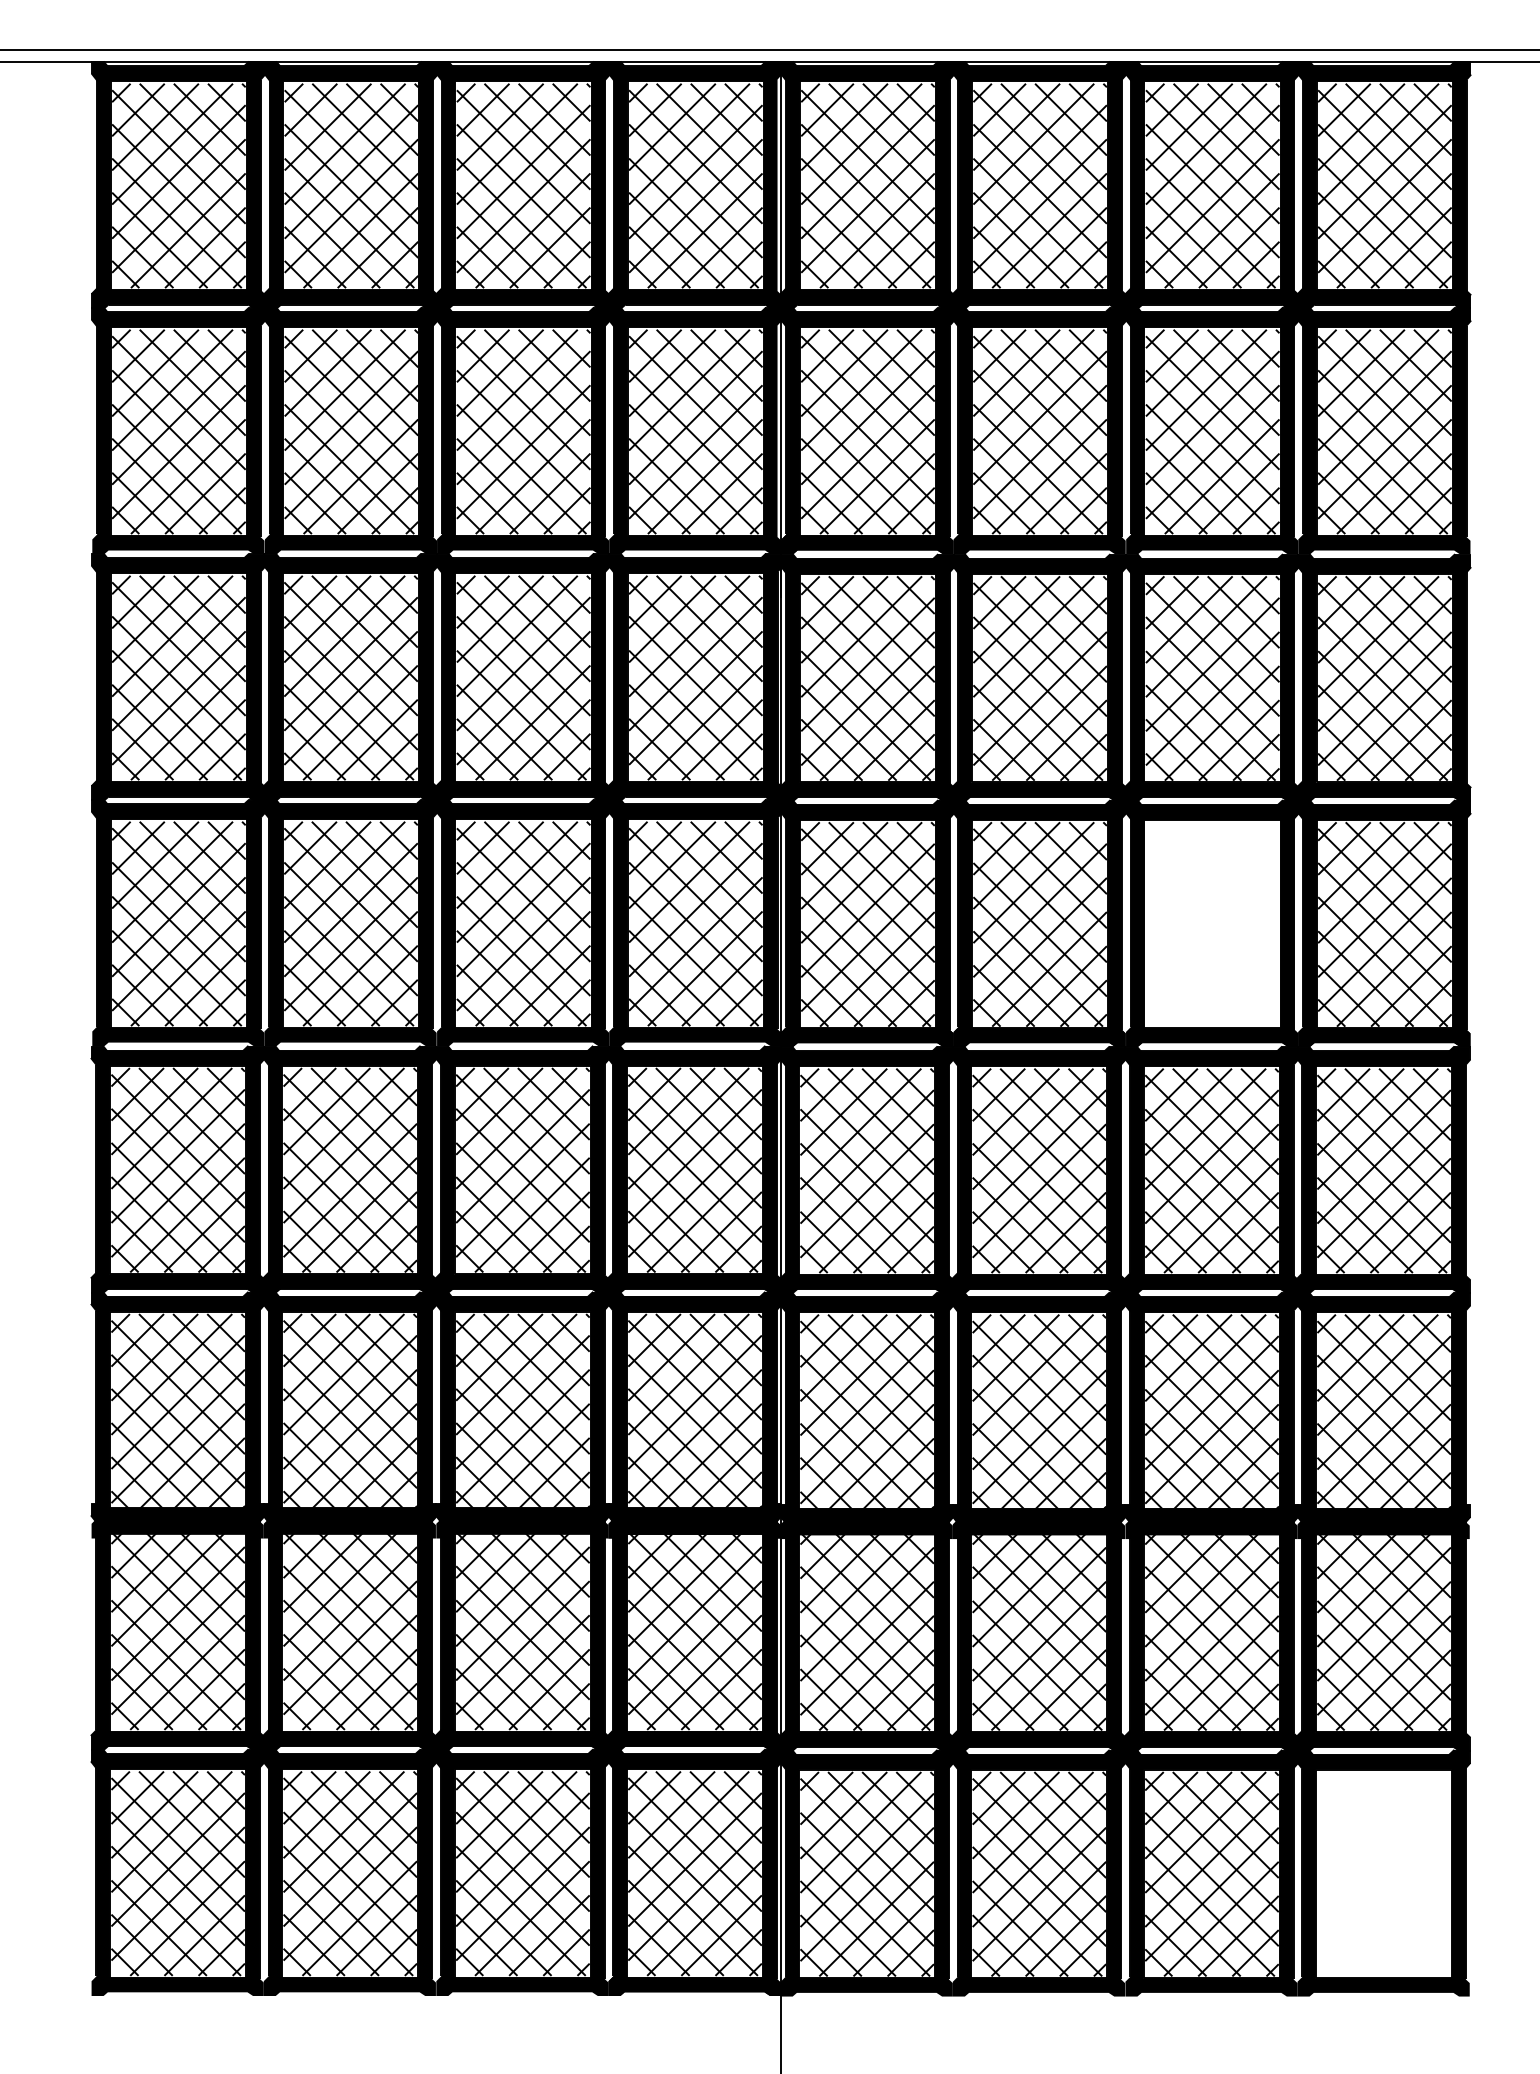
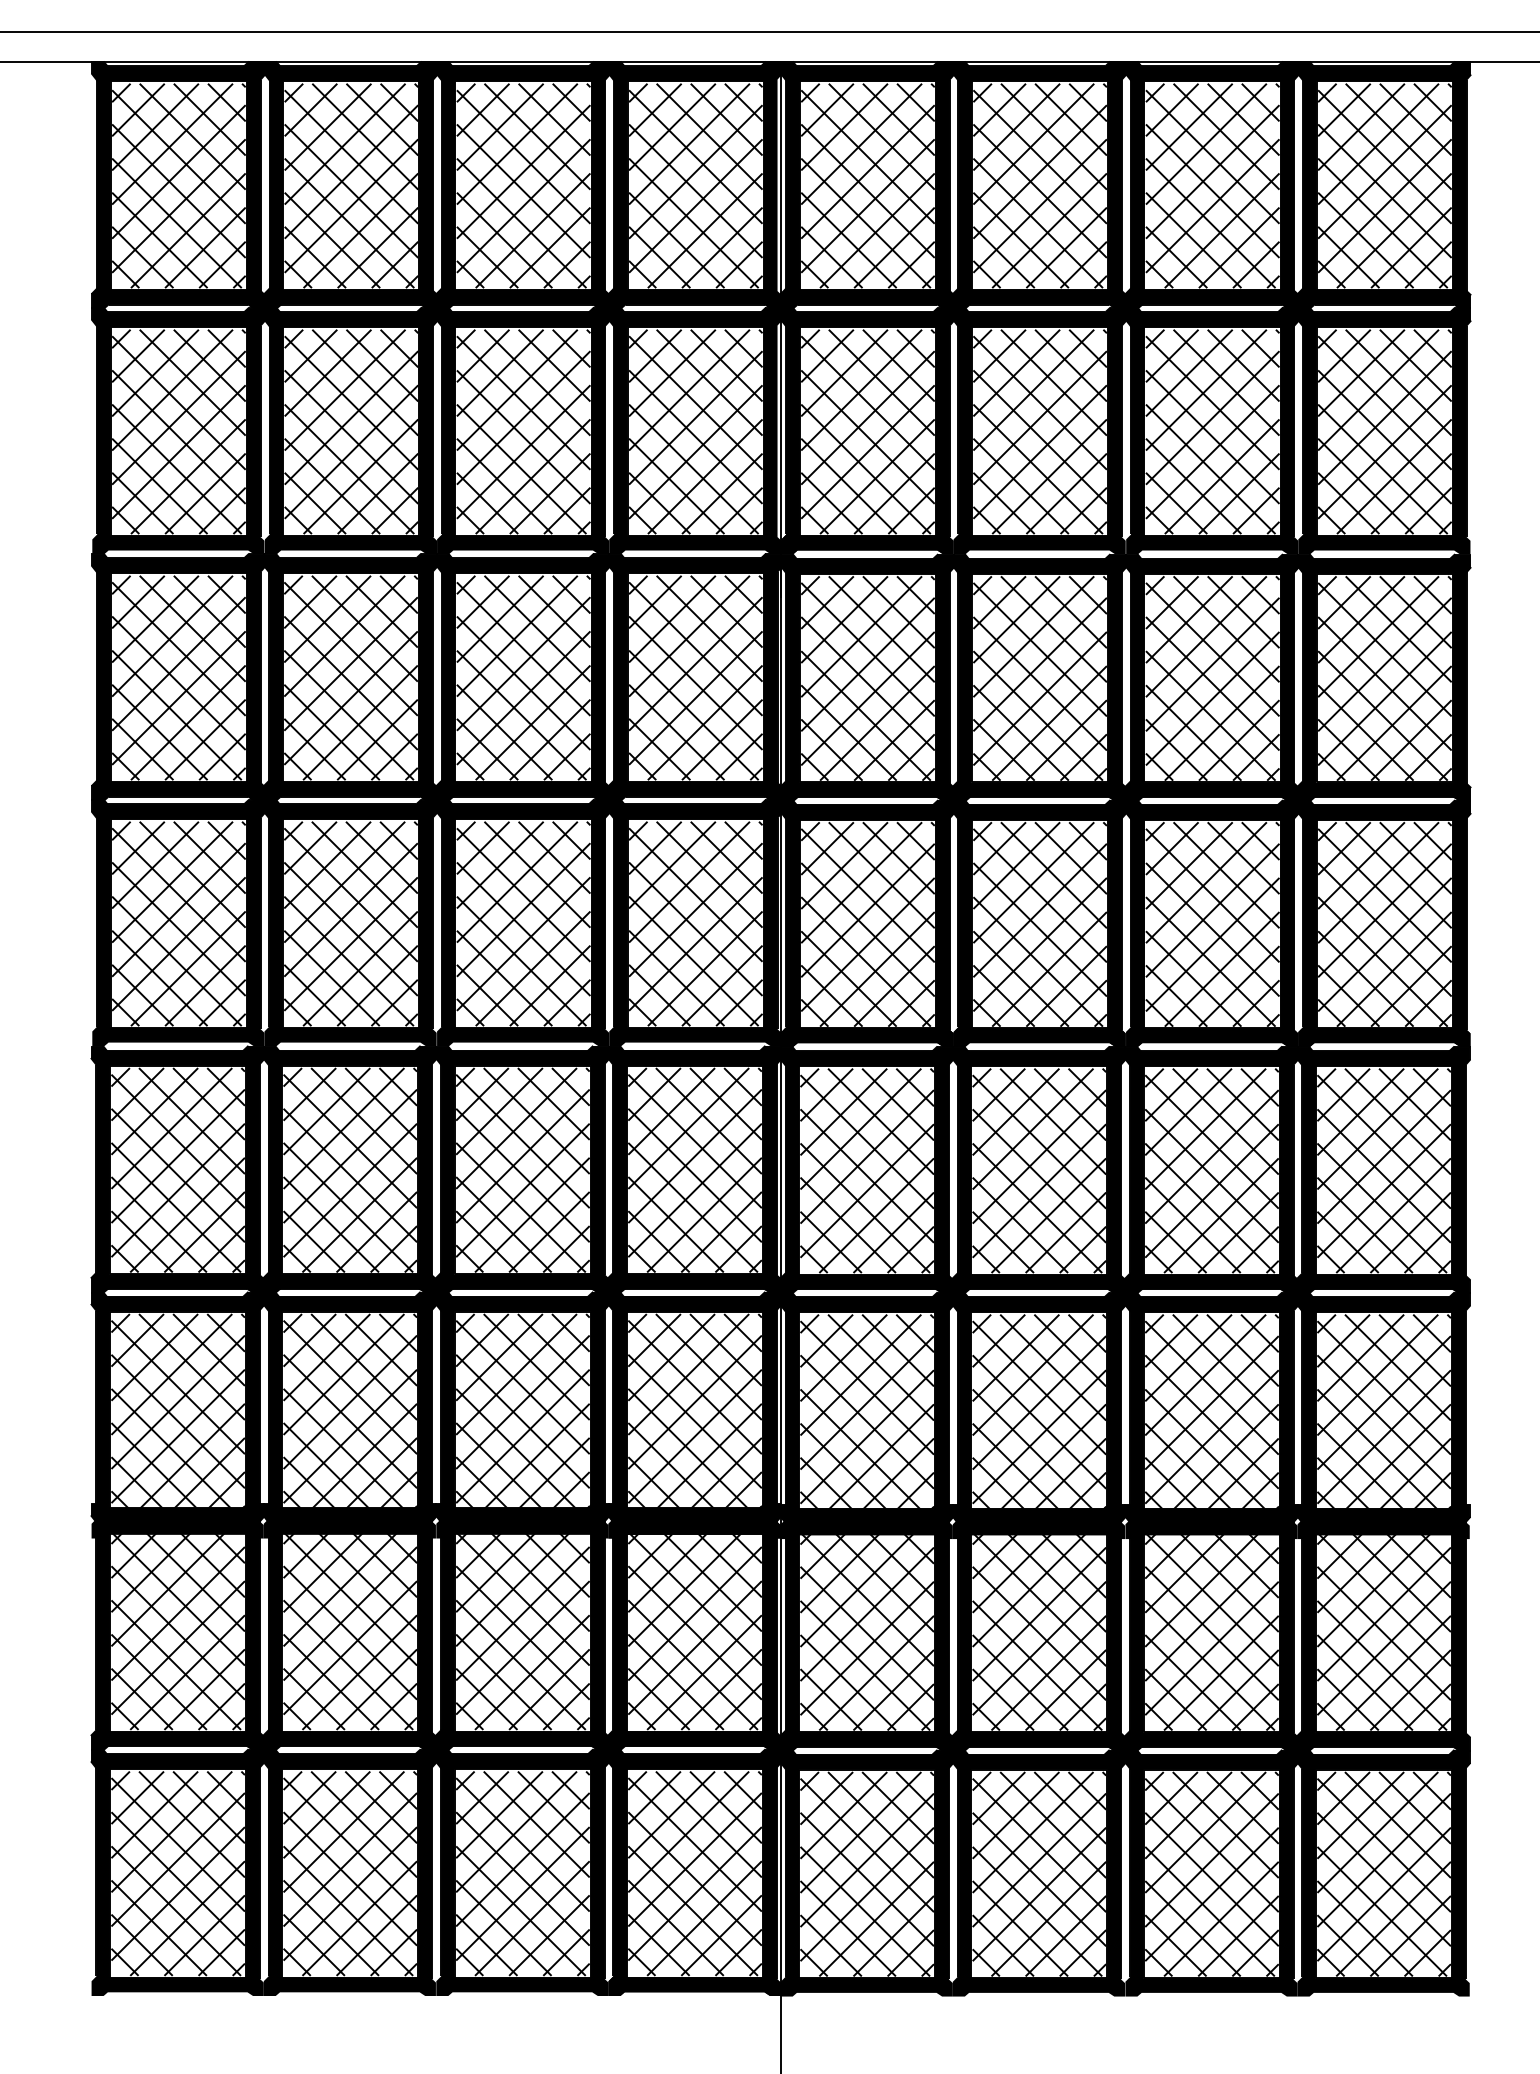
line at (769, 50) position: (769, 50) -> (769, 32)
hatch at (1212, 924): none -> present
hatch at (1383, 1874): none -> present
